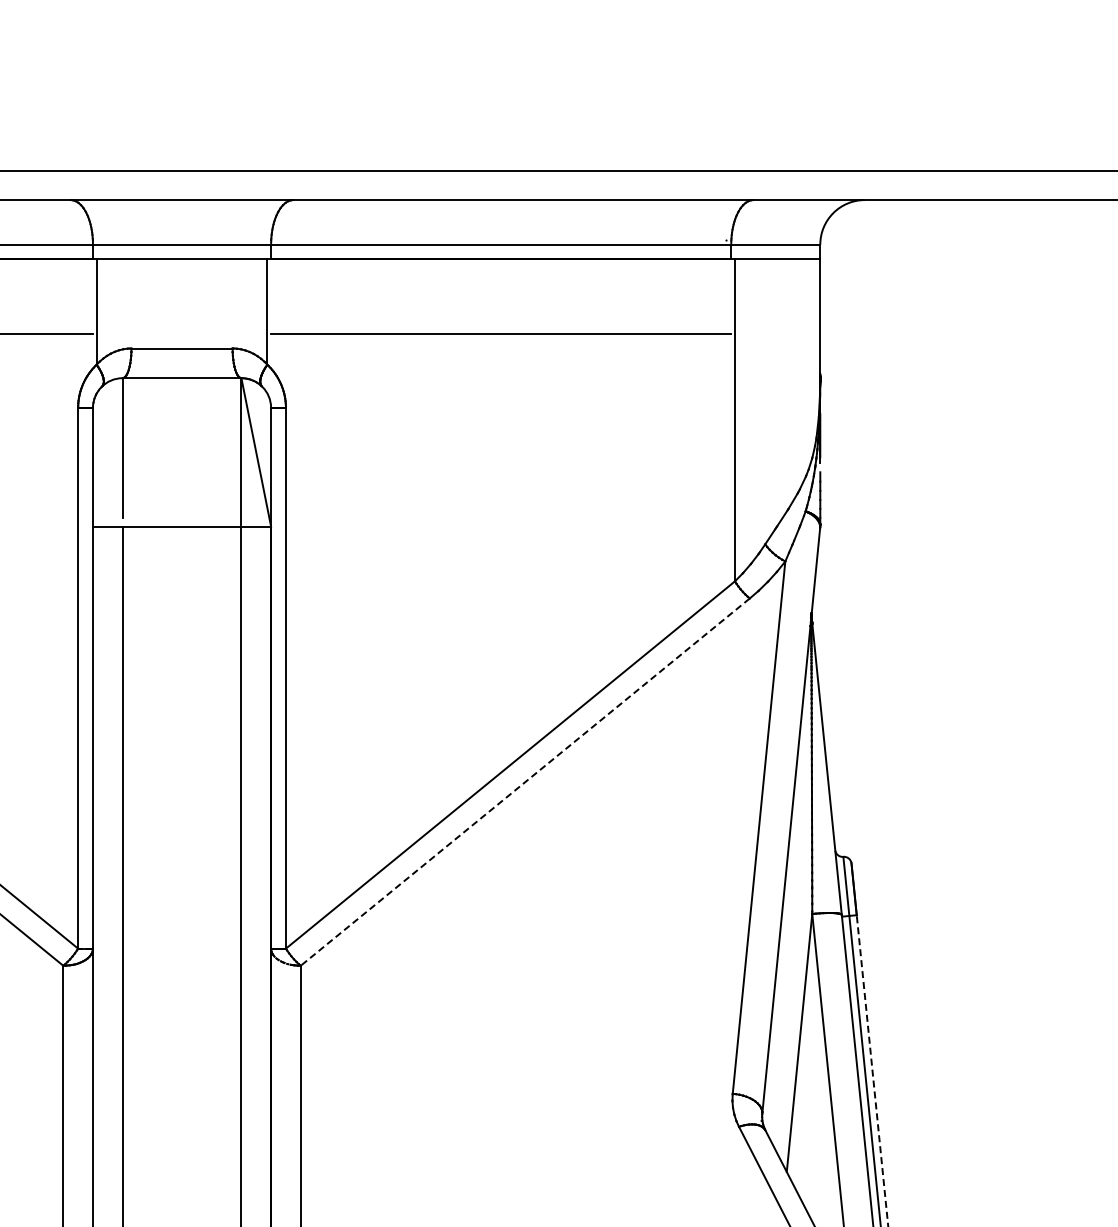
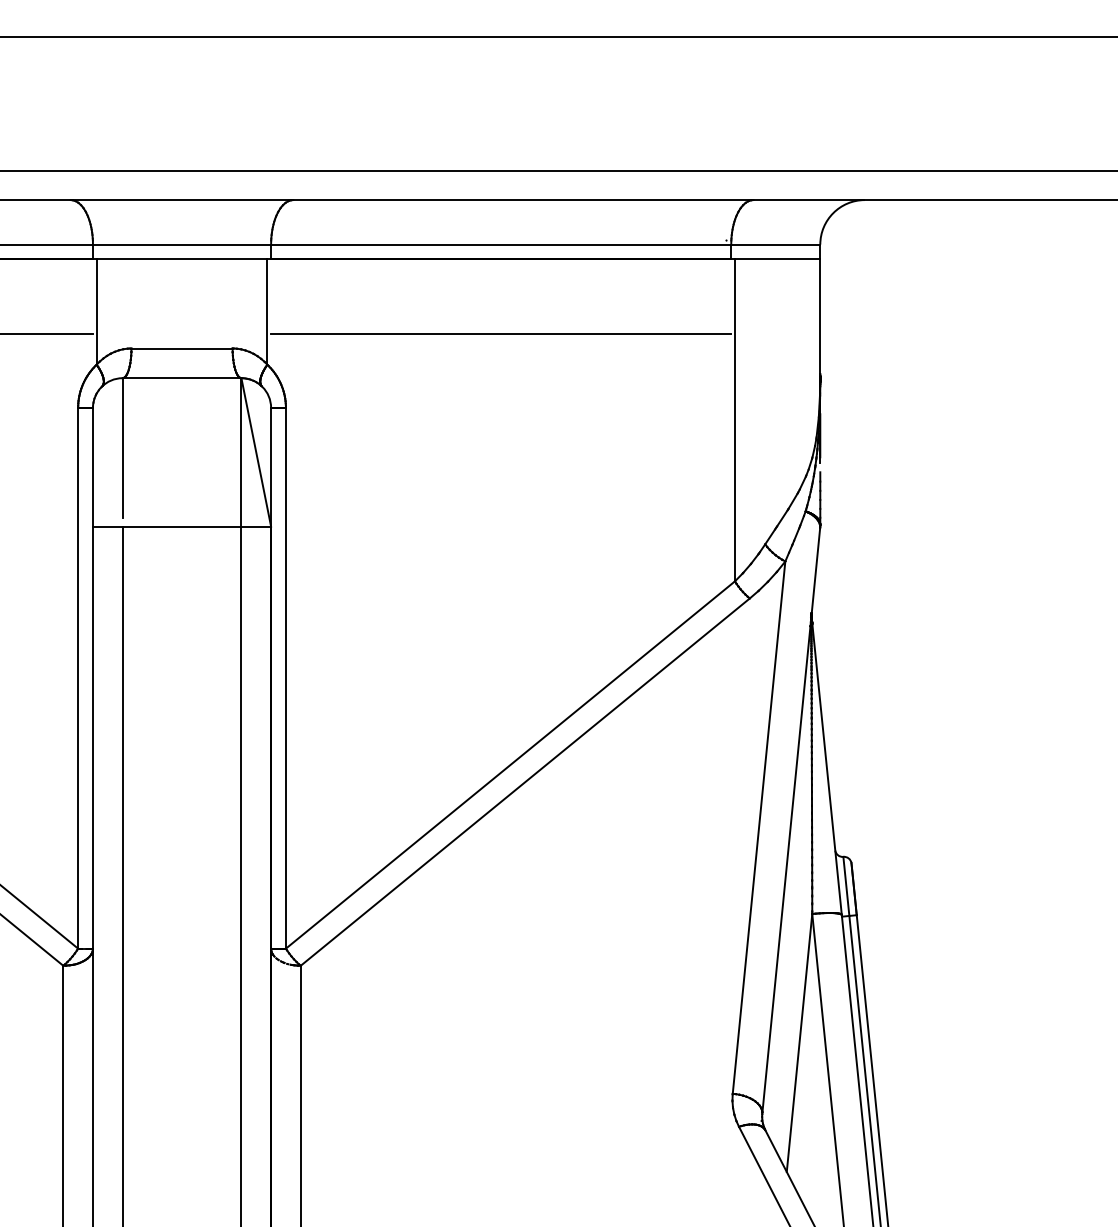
line at (558, 36): none -> present
line at (524, 782): dashed -> solid
line at (872, 1070): dashed -> solid
